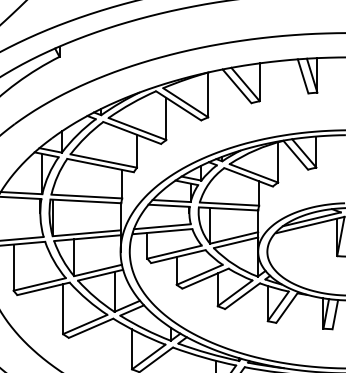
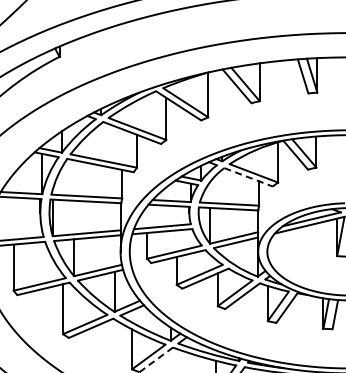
line at (248, 177): solid -> dashed
line at (156, 359): solid -> dashed
